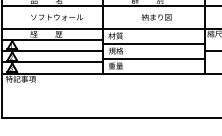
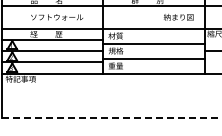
text at (156, 17) position: (156, 17) -> (178, 17)
line at (112, 118): solid -> dashed
